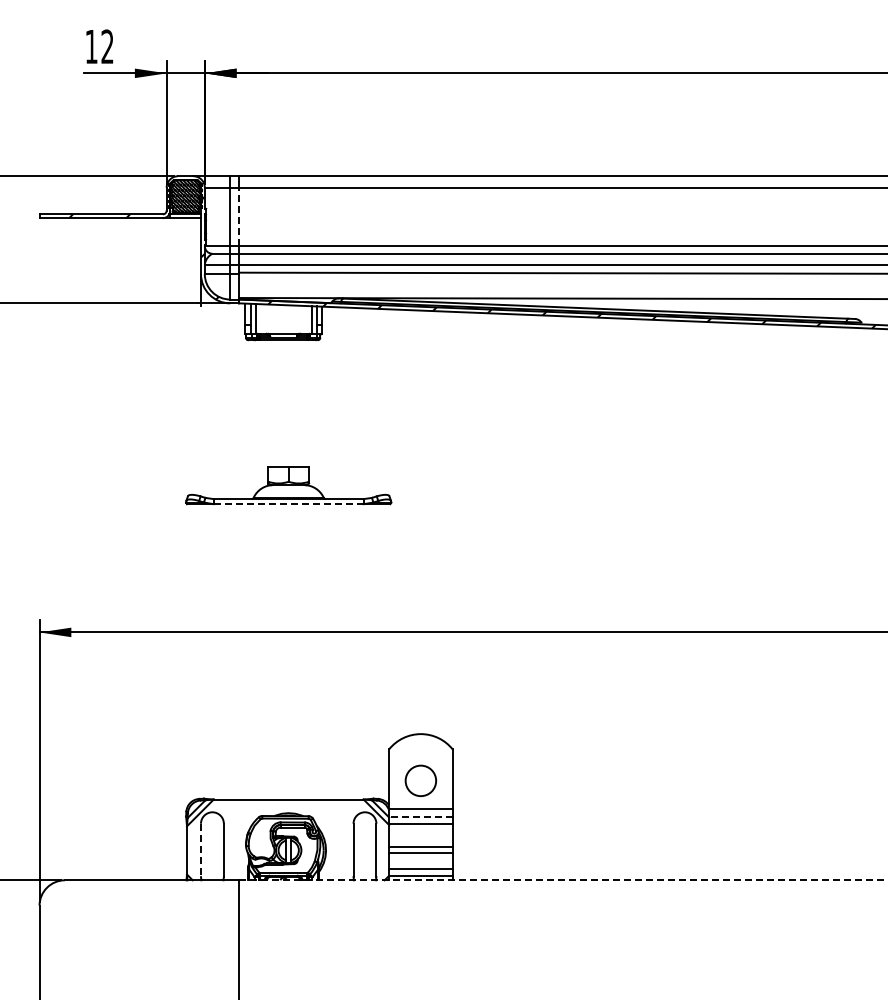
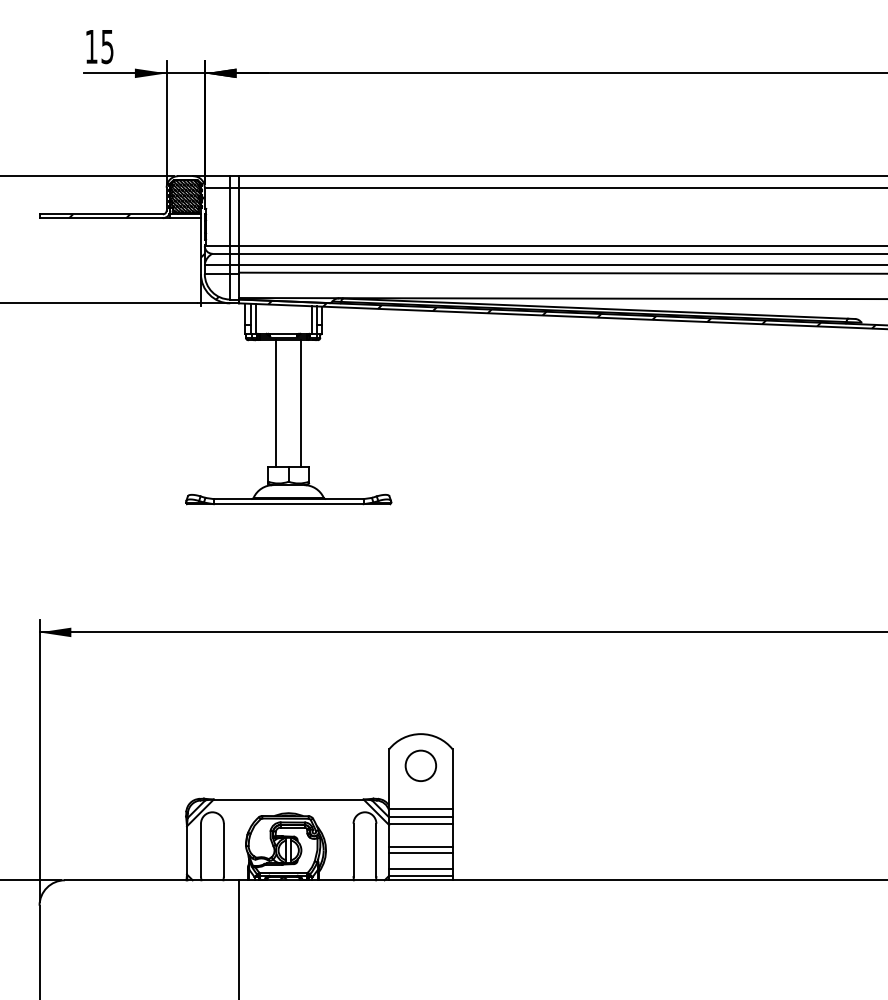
text at (107, 46): 12 -> 15
line at (239, 216): dashed -> solid
line at (276, 403): none -> present
line at (301, 403): none -> present
line at (288, 504): dashed -> solid
circle at (420, 780) position: (420, 780) -> (420, 765)
line at (420, 817): dashed -> solid
line at (201, 850): dashed -> solid
line at (564, 880): dashed -> solid
